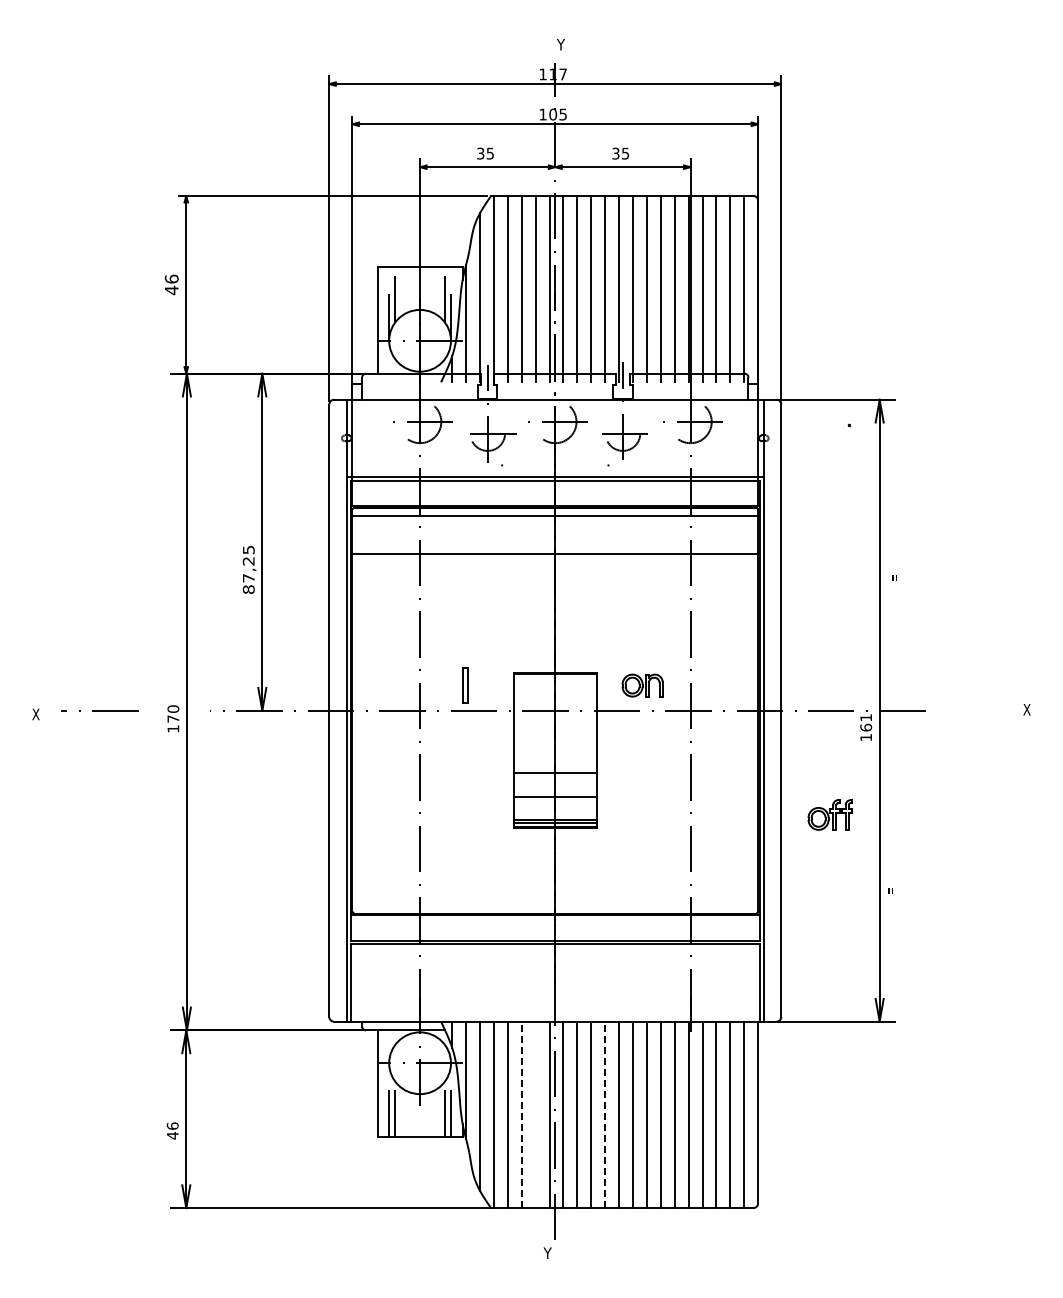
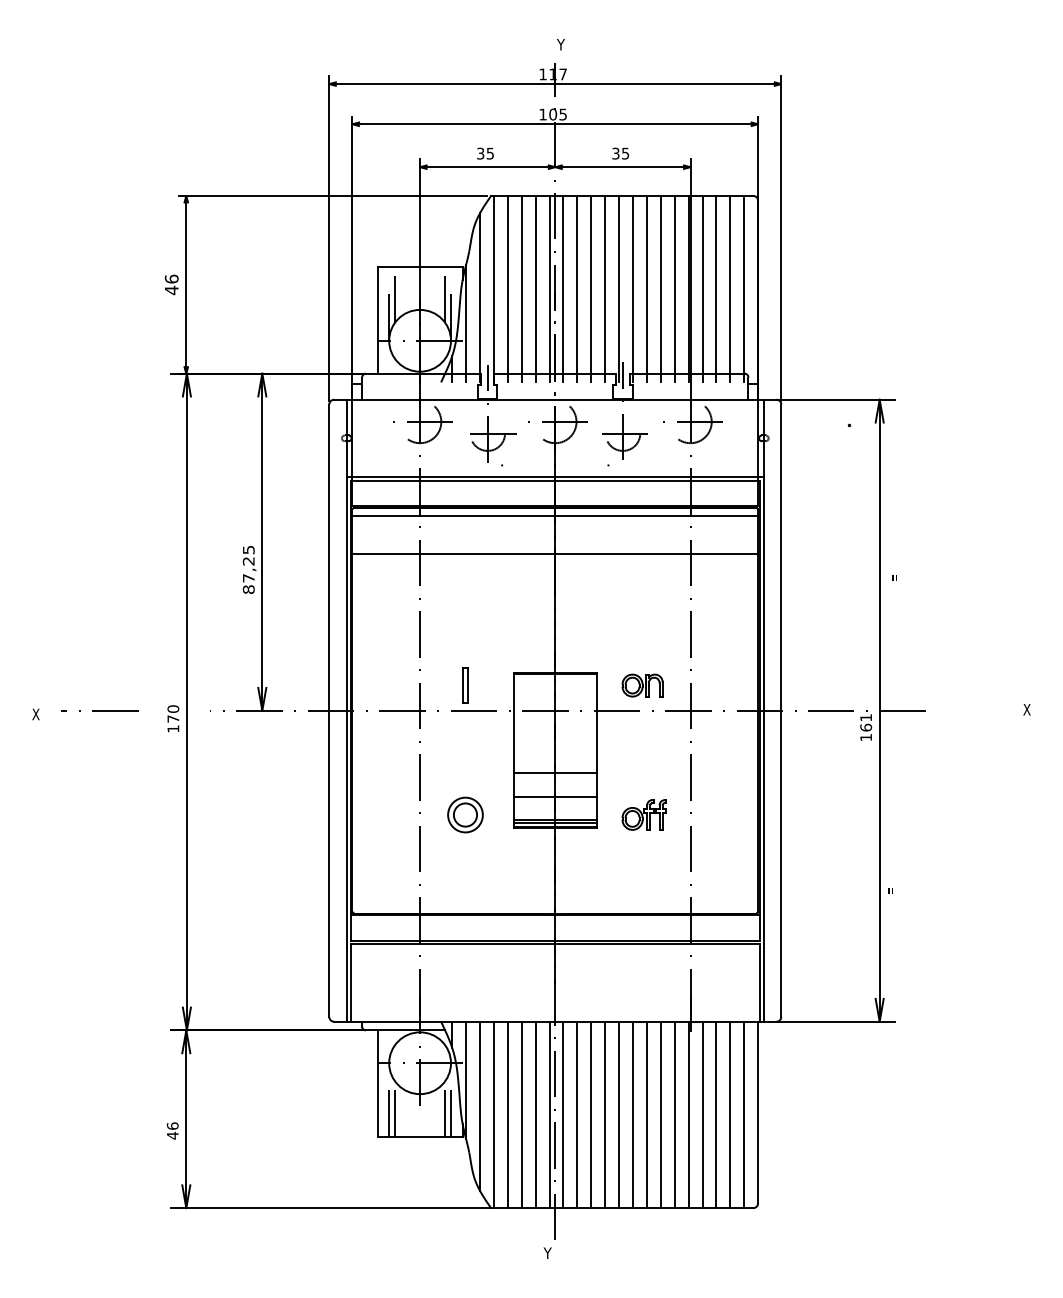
part at (465, 814): none -> present
part at (829, 814) position: (829, 814) -> (643, 814)
line at (521, 1114): dashed -> solid
line at (535, 1114): none -> present
line at (605, 1114): dashed -> solid
